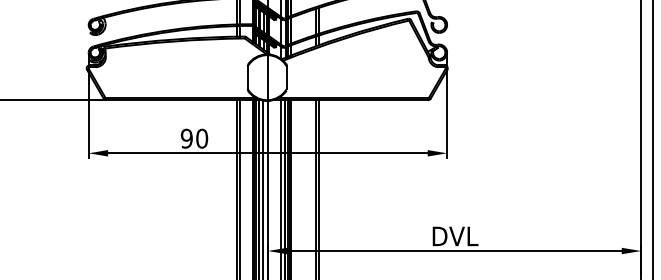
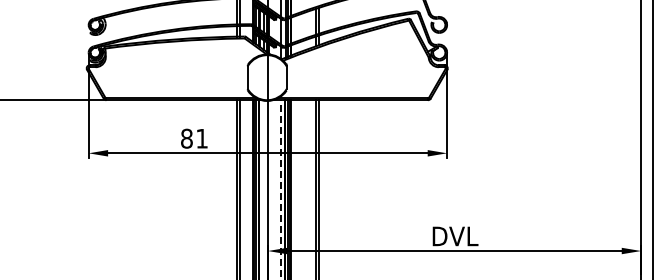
text at (194, 138): 90 -> 81
line at (263, 188): present -> none
line at (280, 189): solid -> dashed
